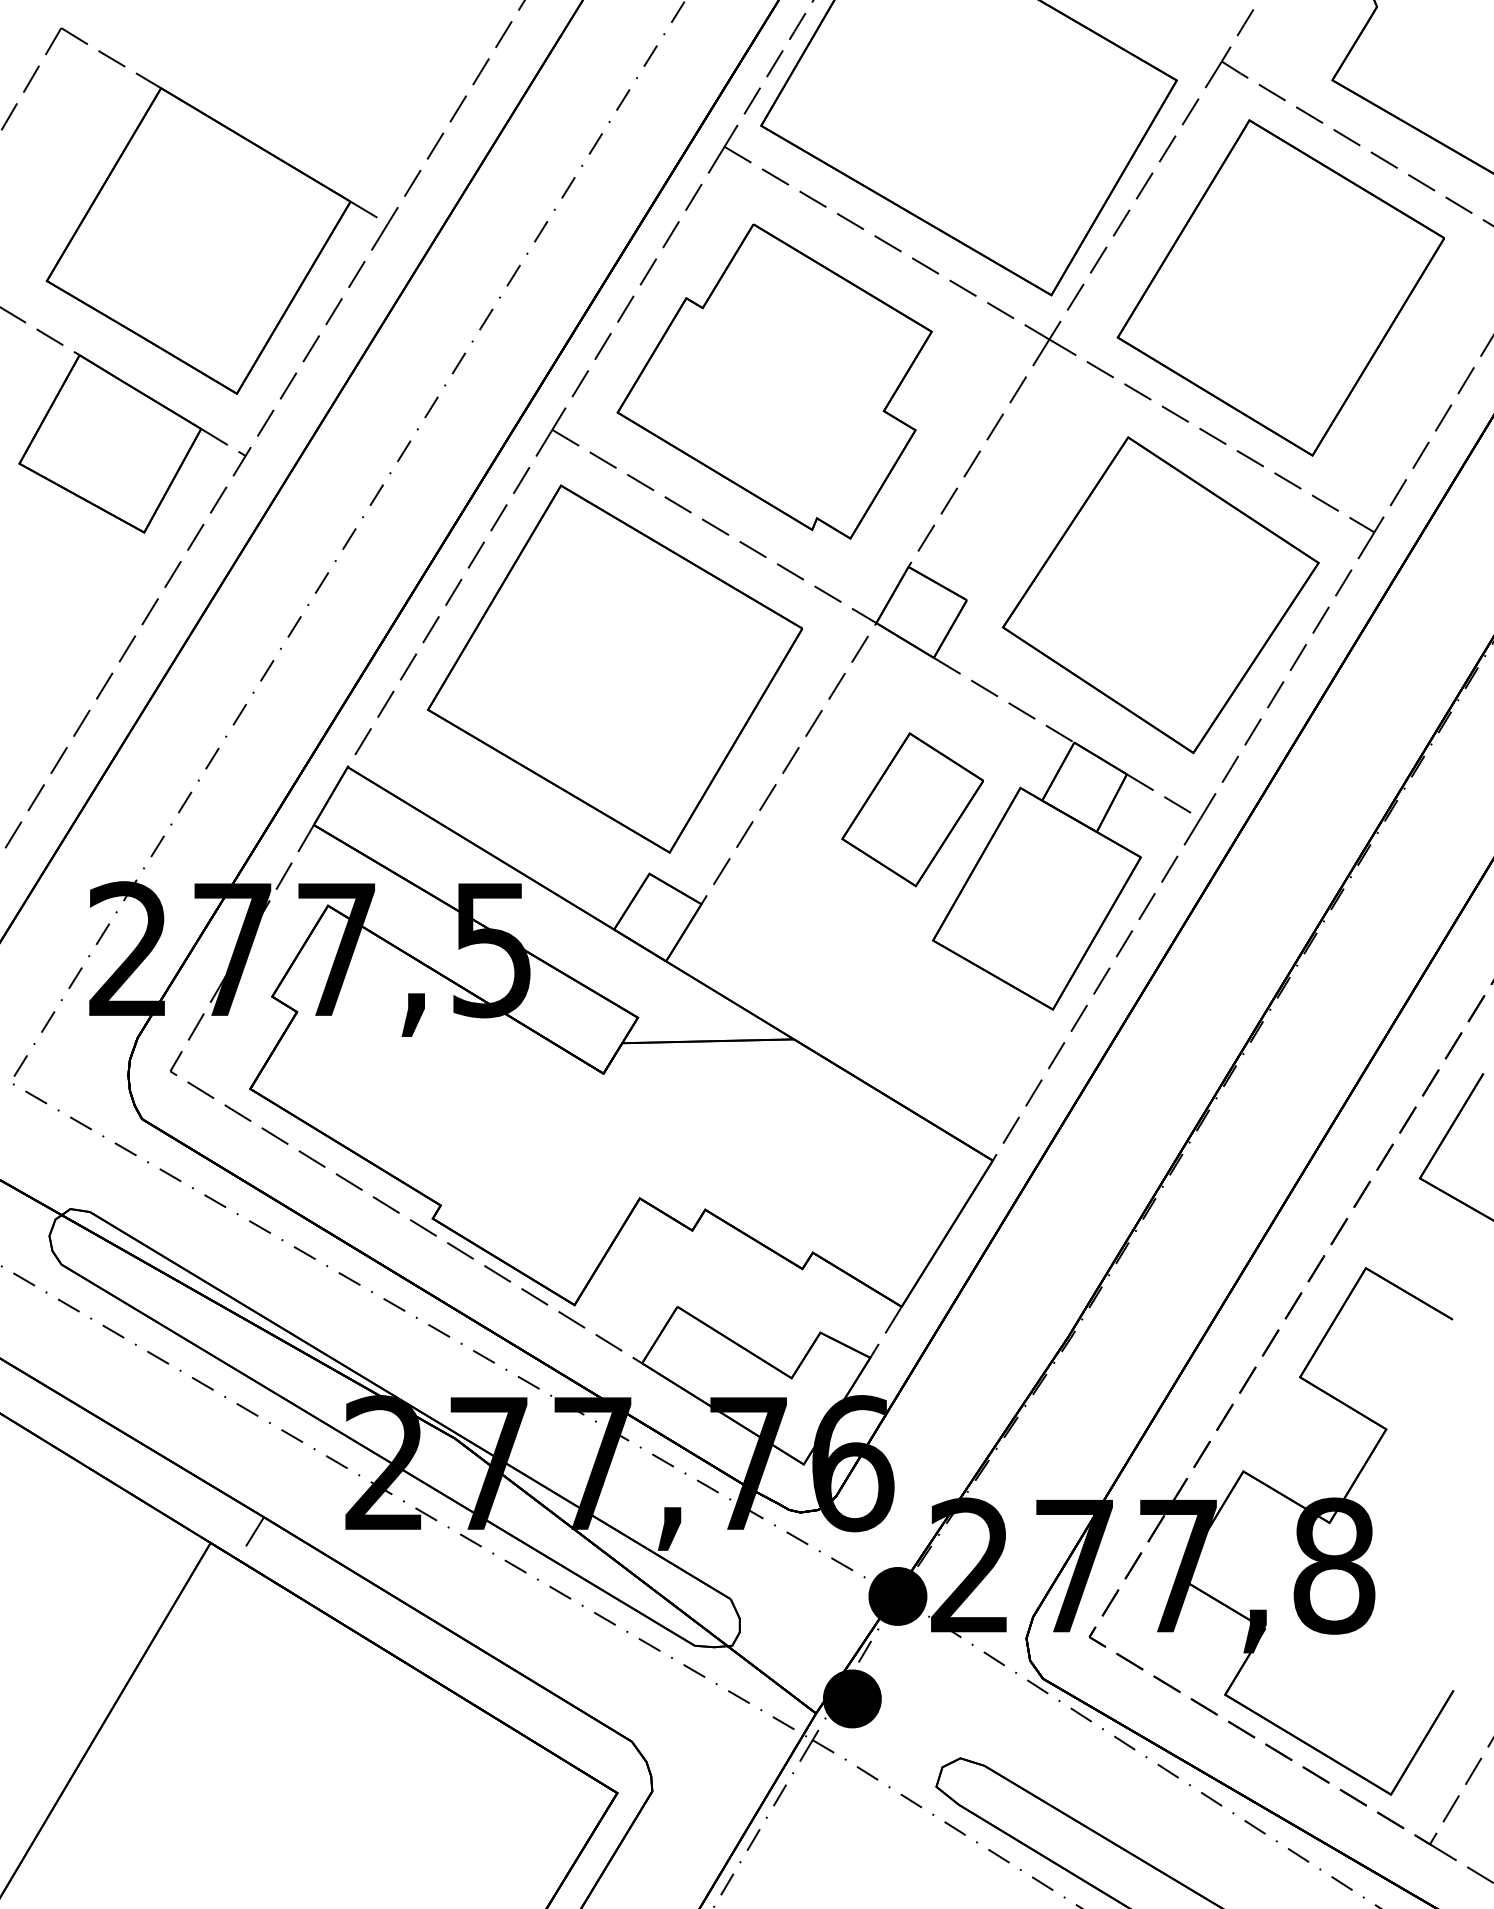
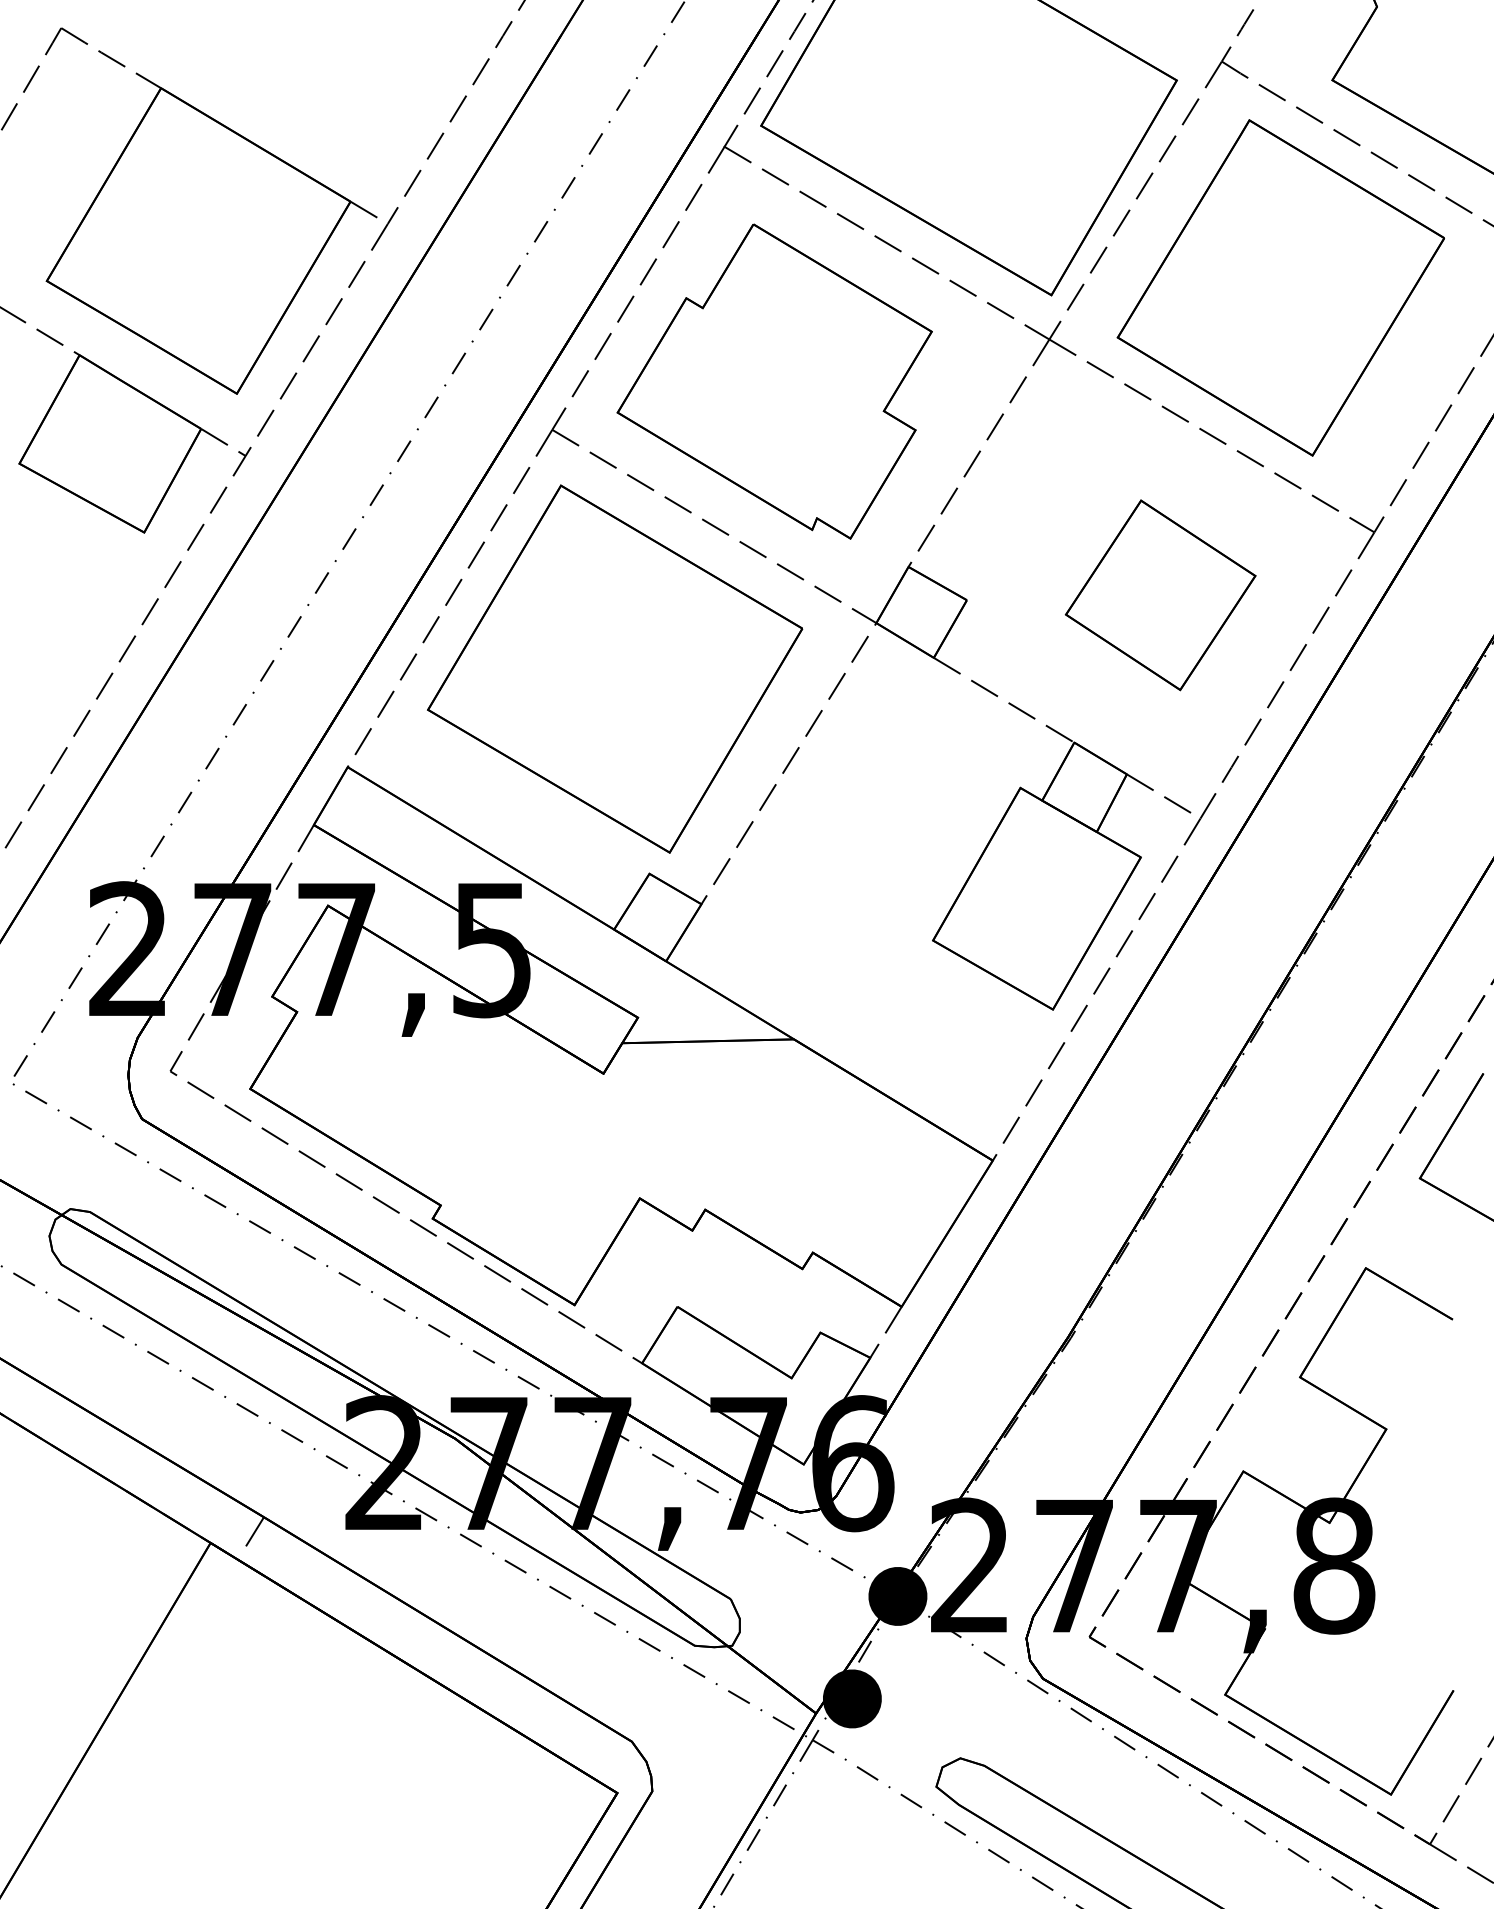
part at (1160, 595) size: 319x319 px -> 193x193 px
part at (912, 809): present -> none
